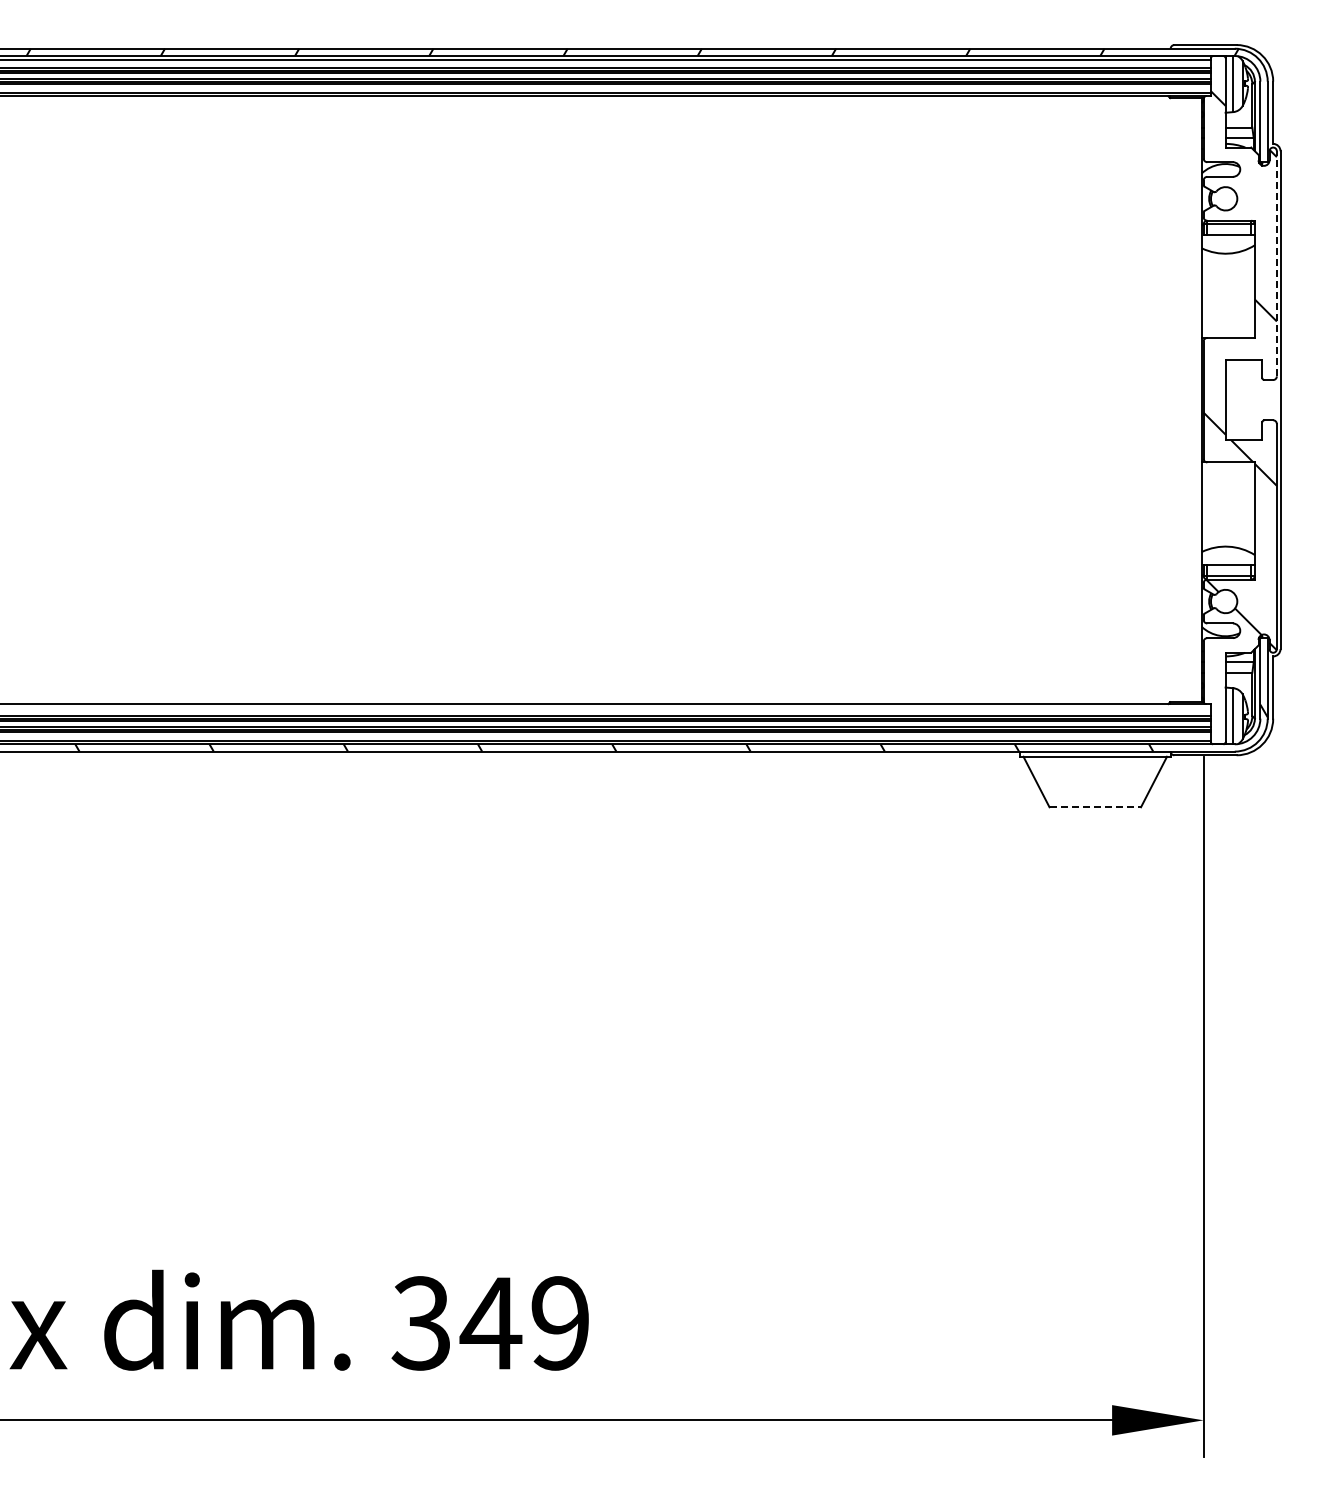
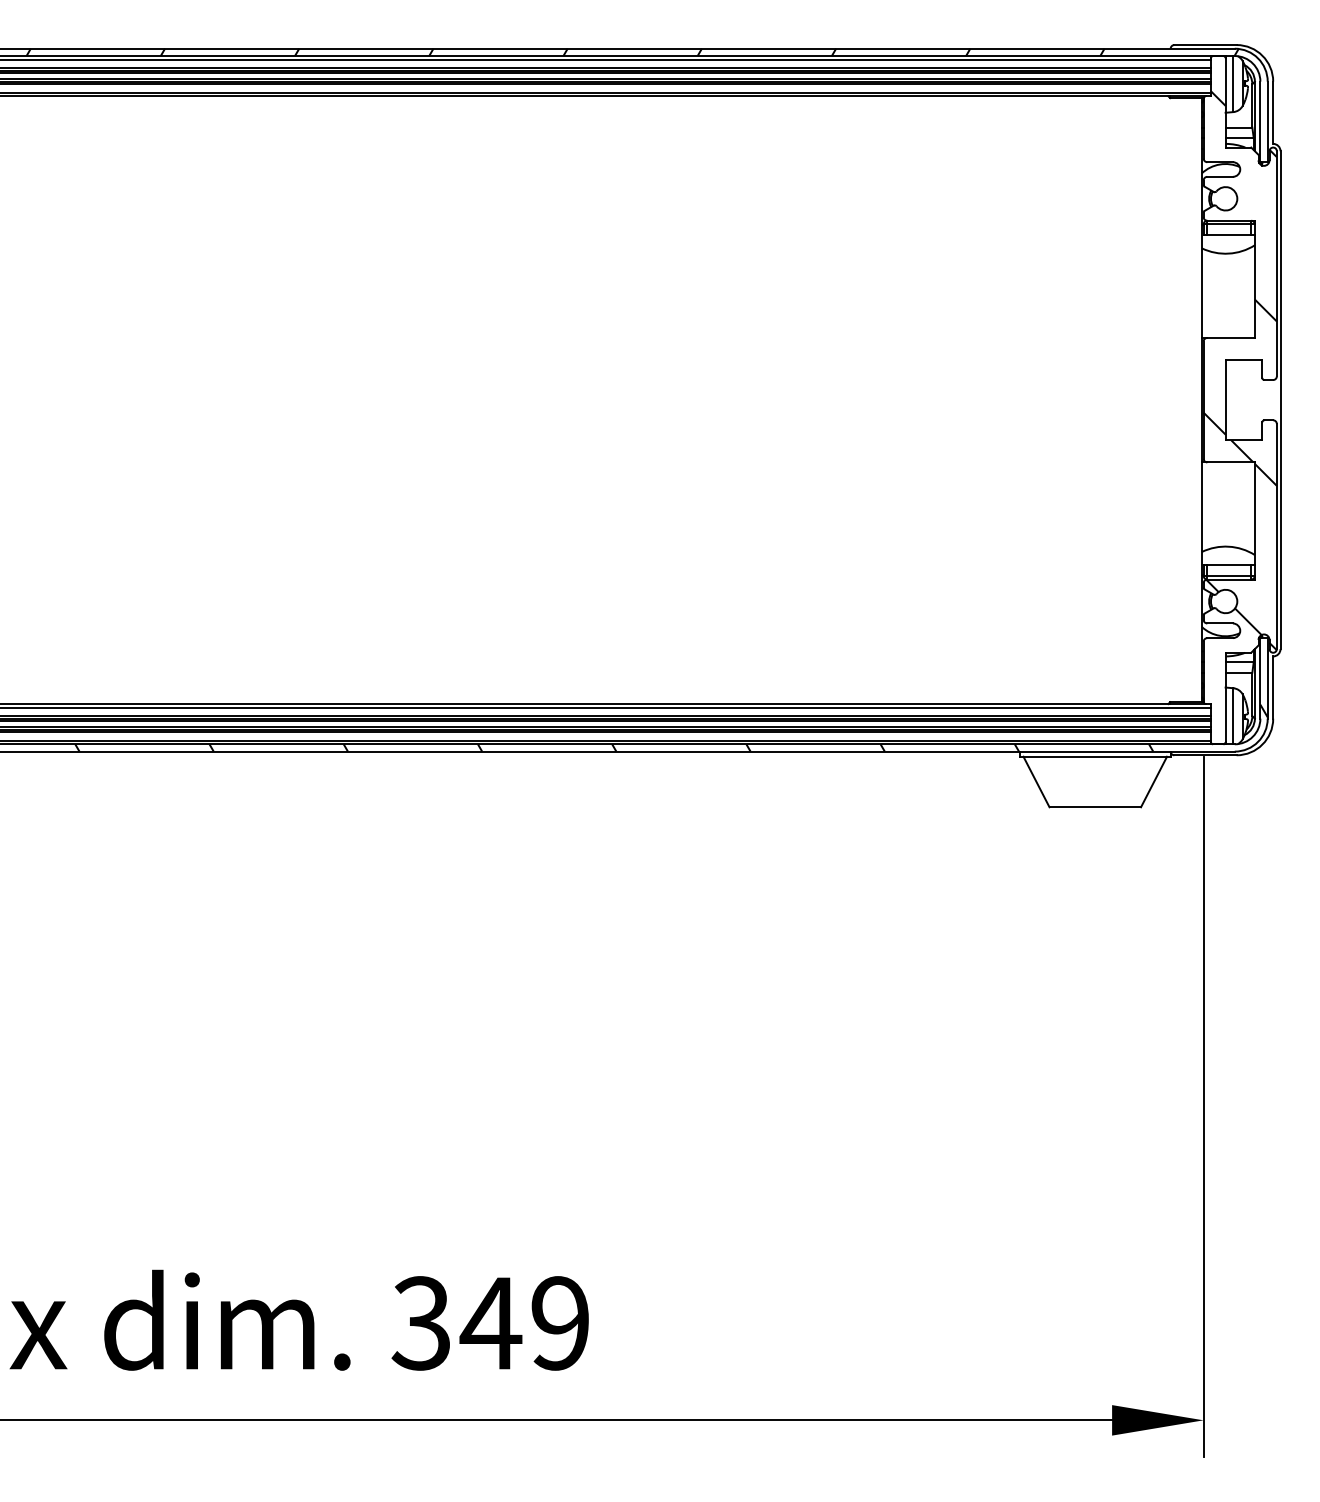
line at (1276, 263): dashed -> solid
line at (606, 707): none -> present
line at (1095, 807): dashed -> solid
